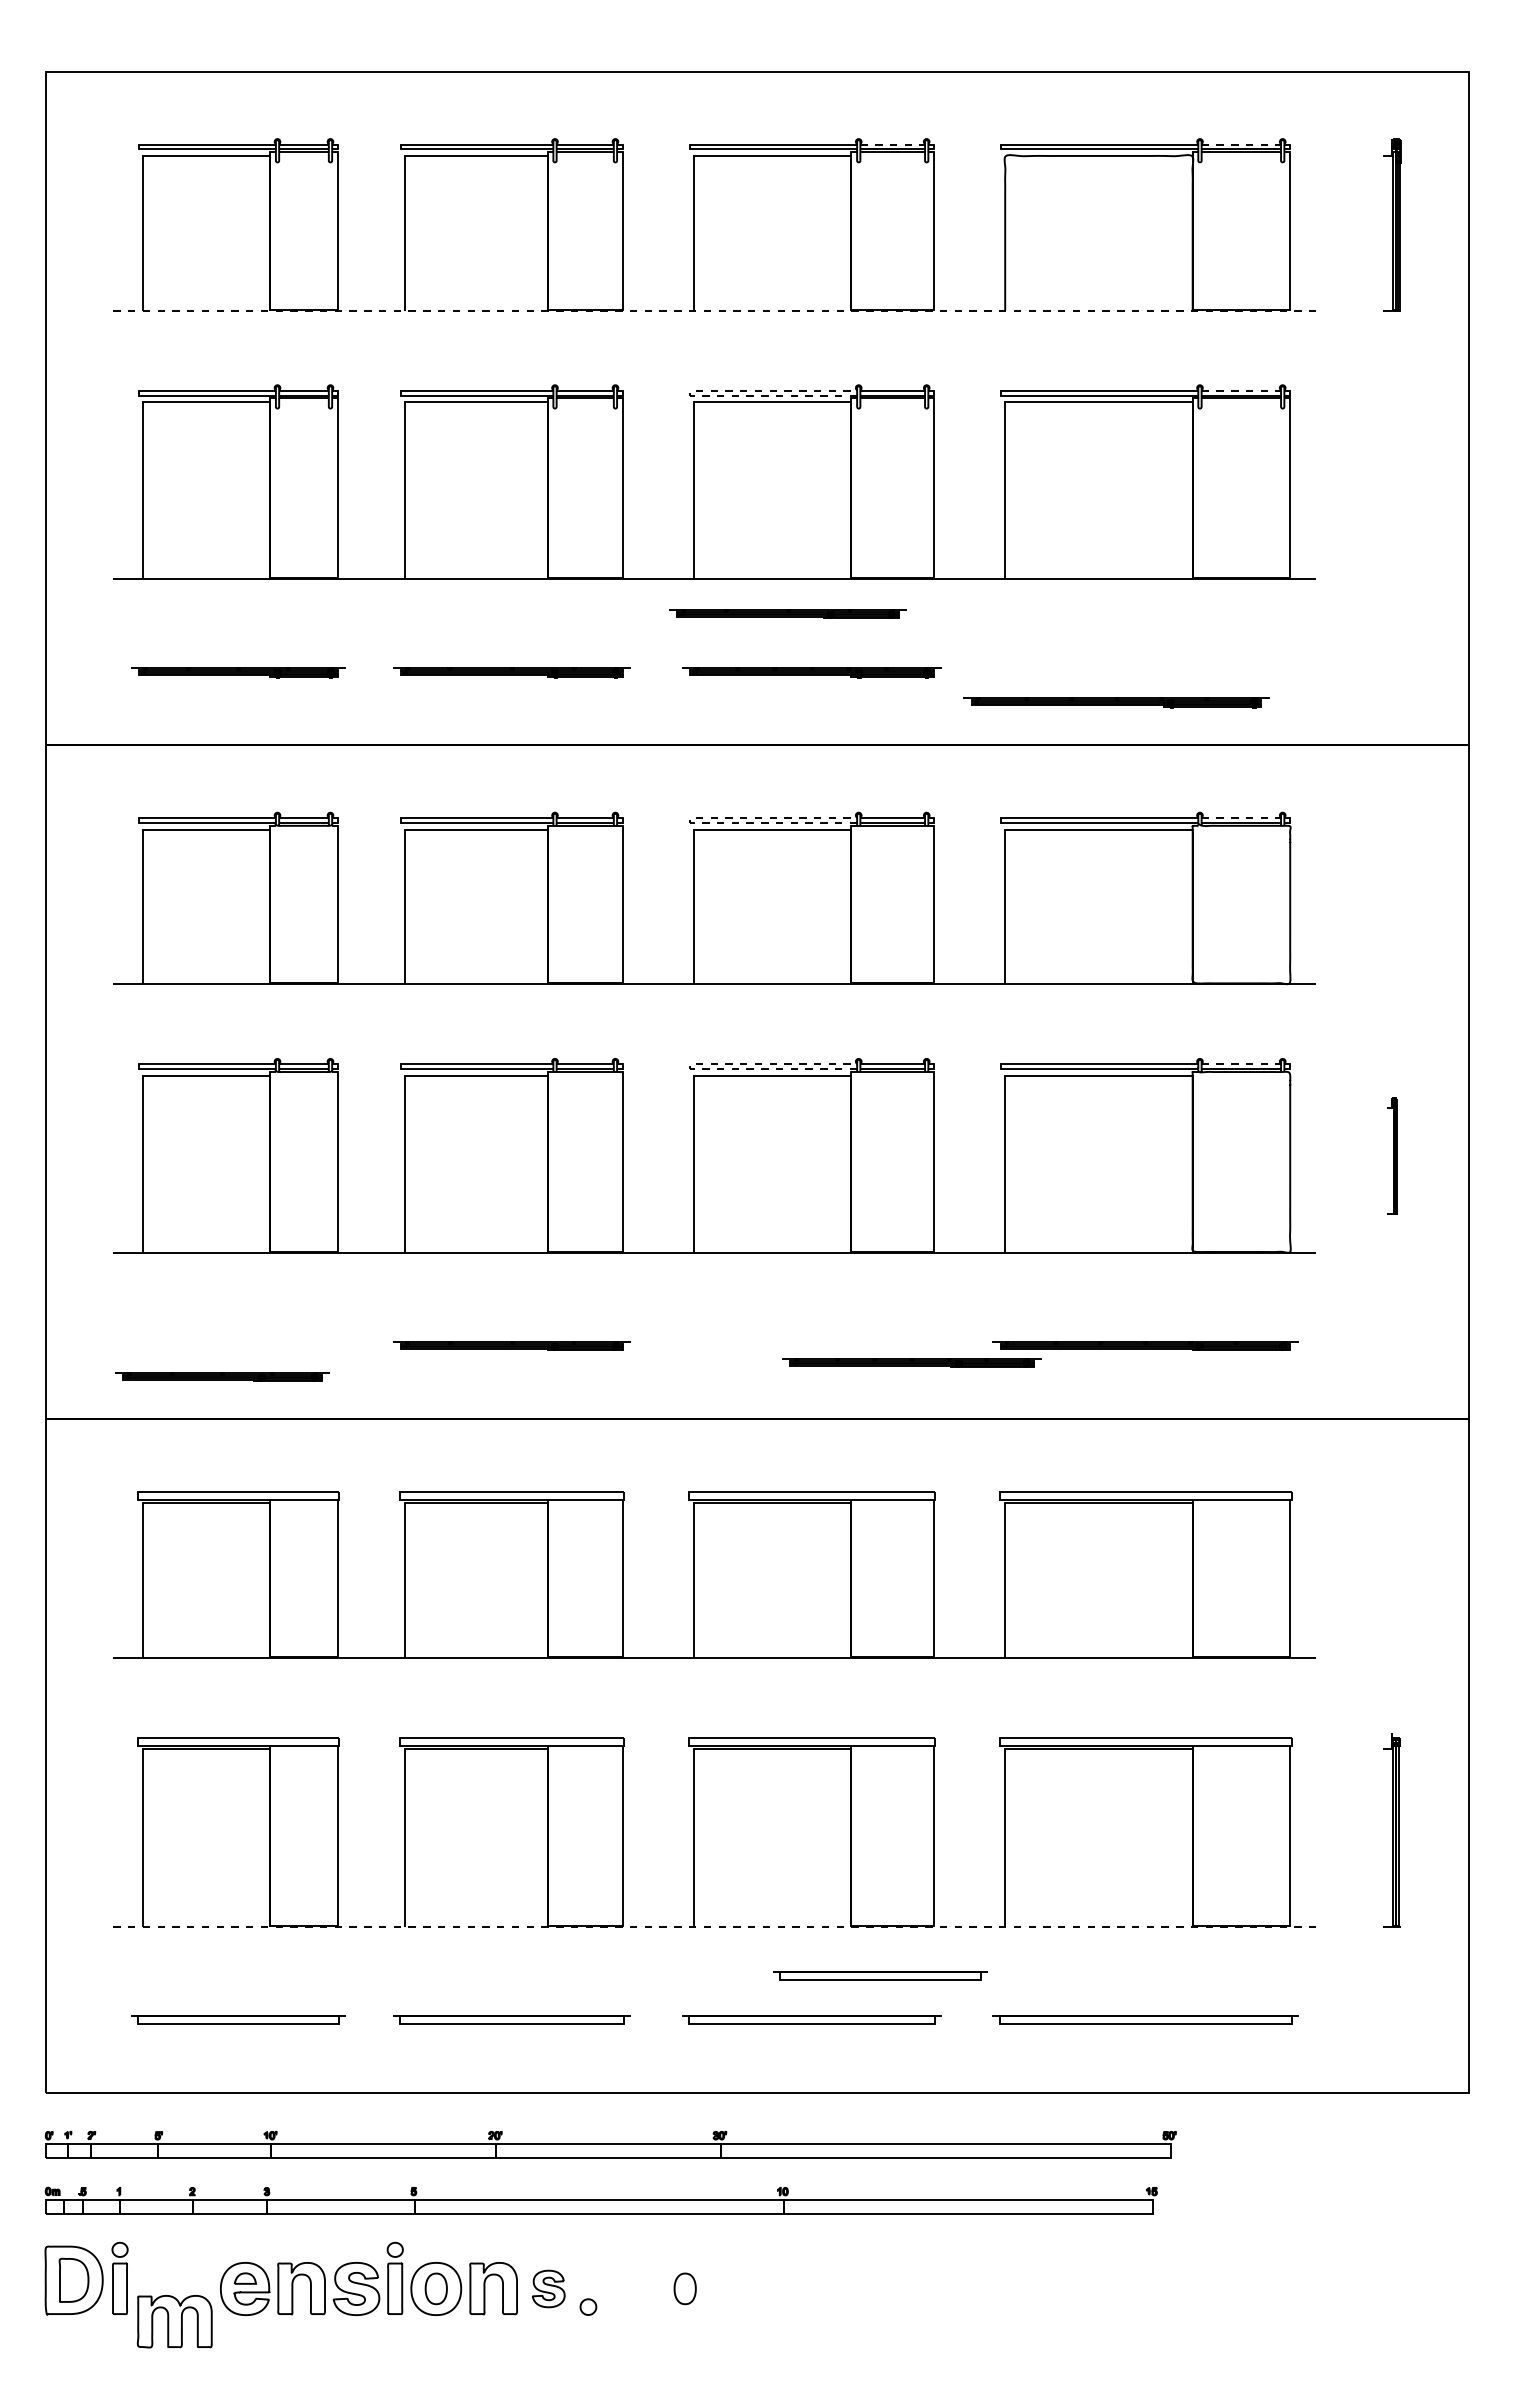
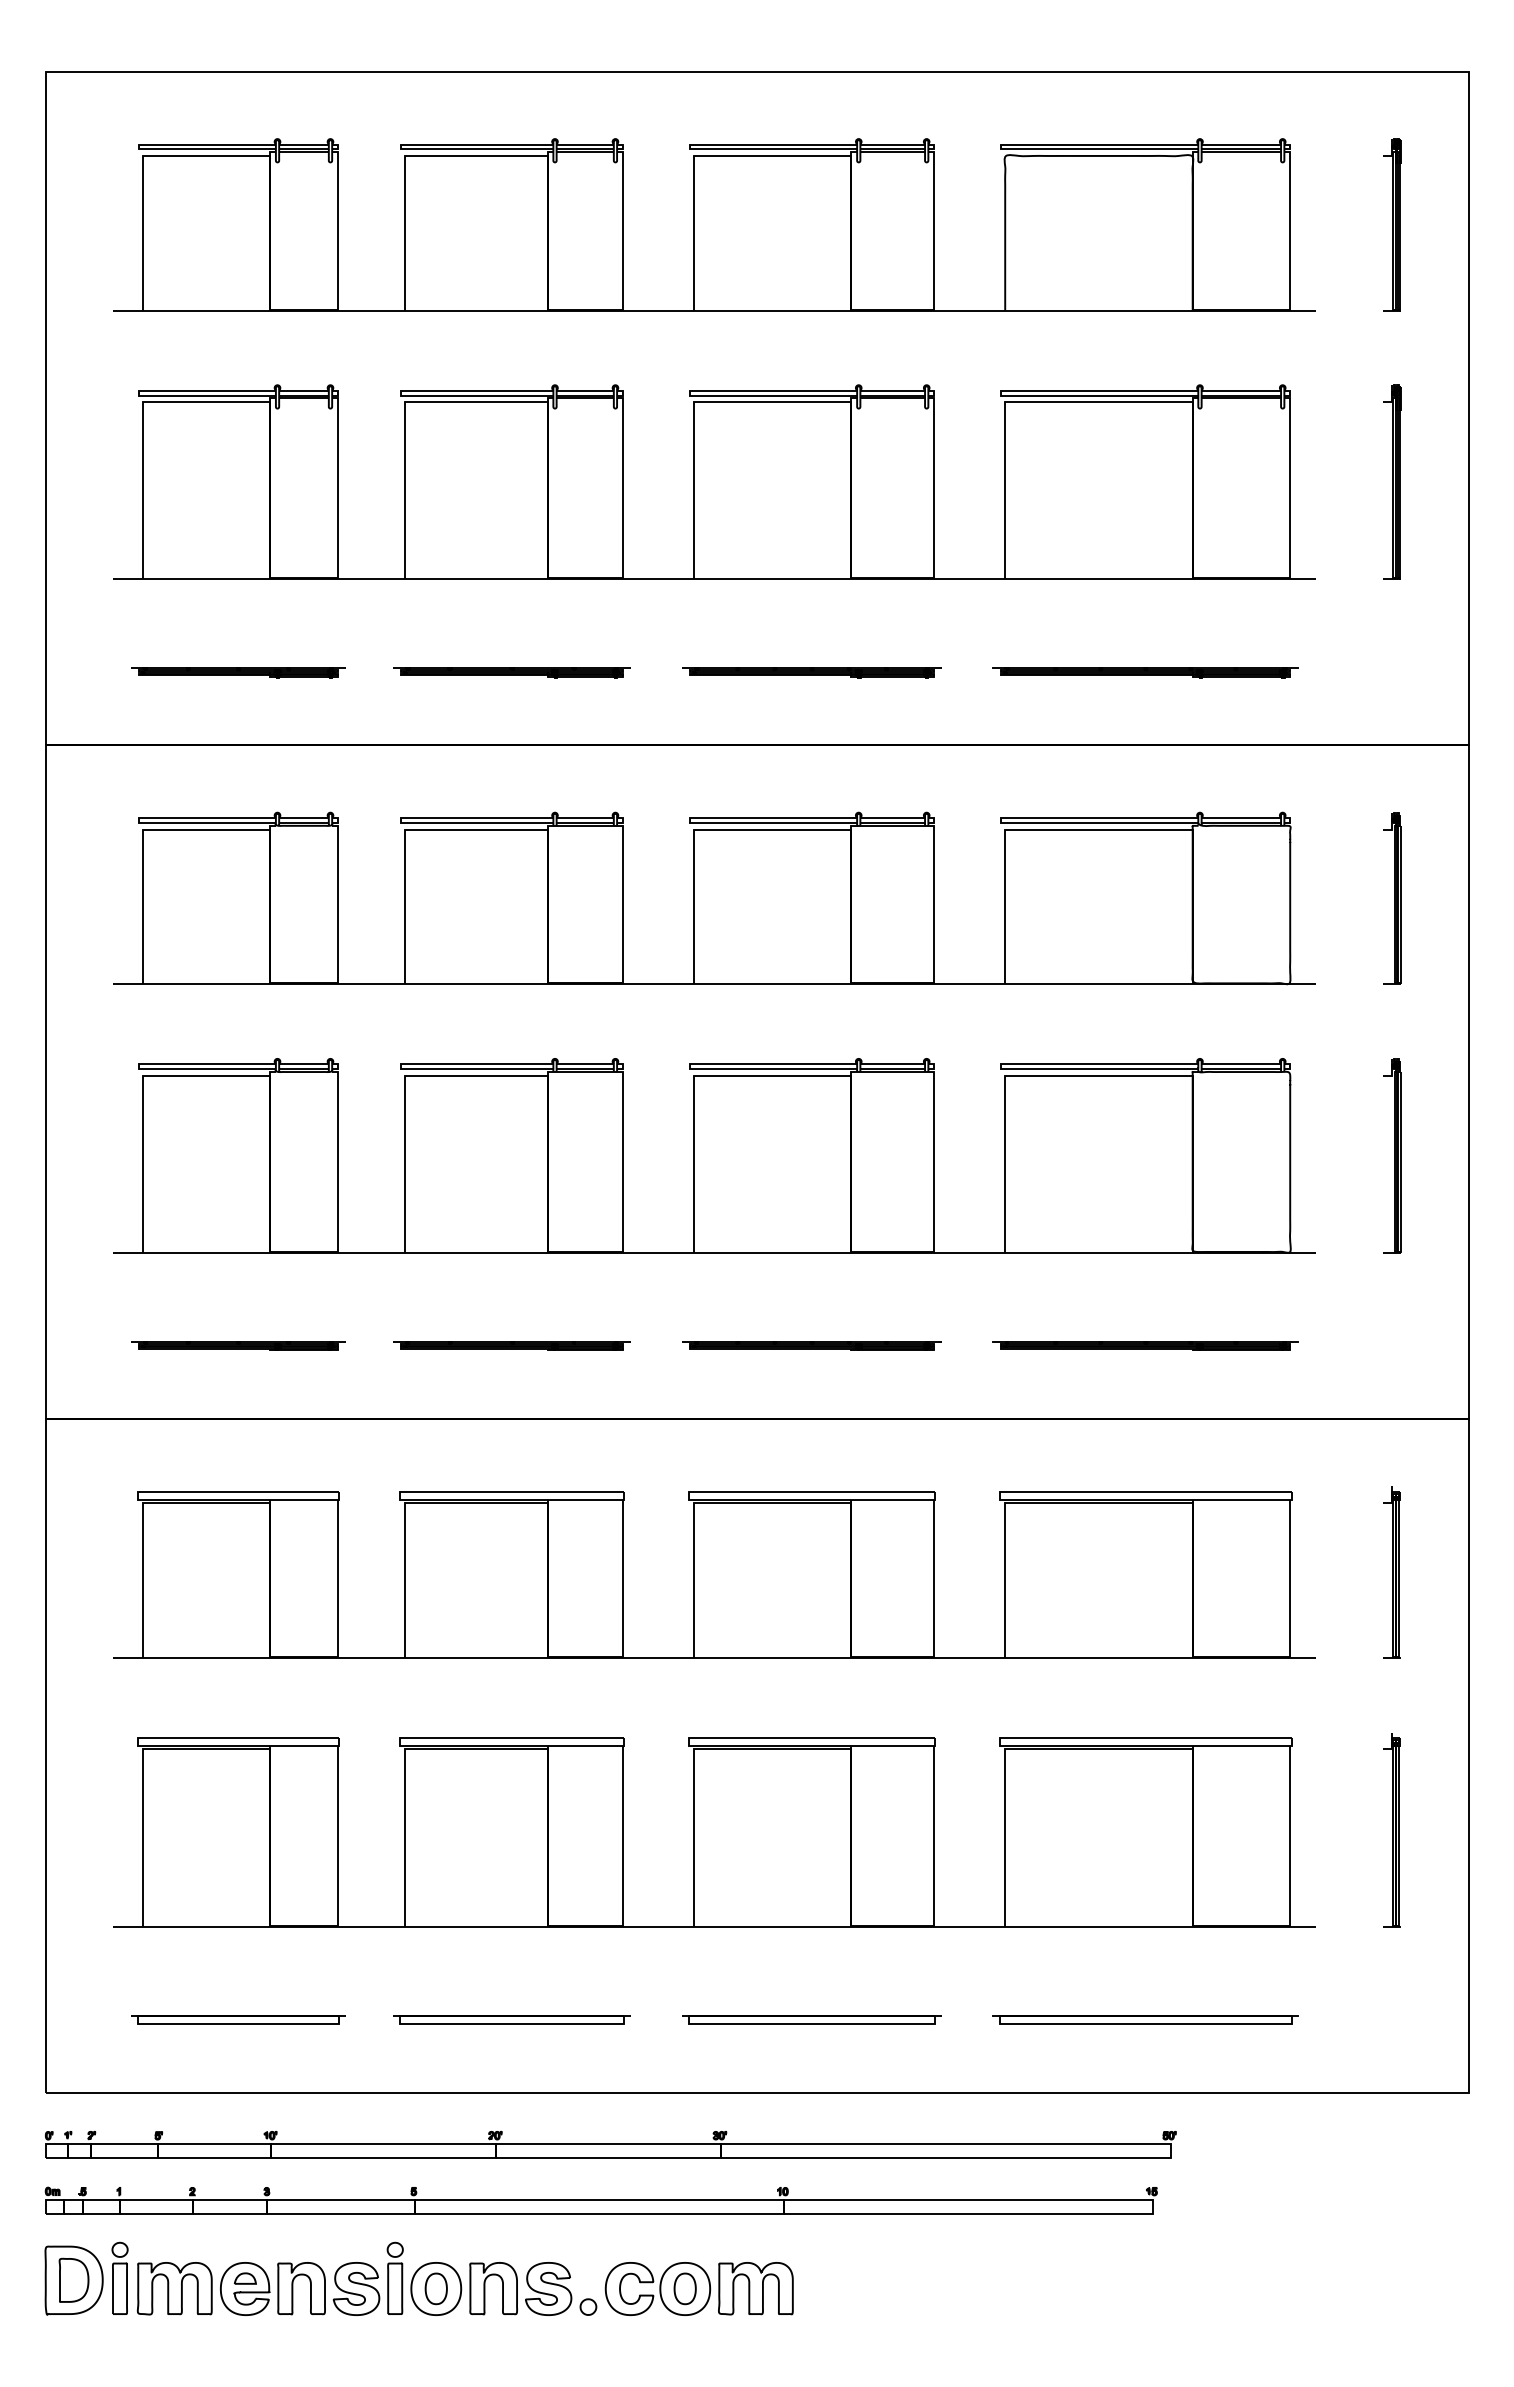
line at (893, 144): dashed -> solid
line at (1241, 144): dashed -> solid
line at (715, 310): dashed -> solid
line at (1241, 390): dashed -> solid
line at (690, 392): dashed -> solid
part at (1392, 481): none -> present
part at (787, 613): present -> none
part at (1116, 702) position: (1116, 702) -> (1145, 672)
line at (1241, 818): dashed -> solid
line at (690, 820): dashed -> solid
part at (1392, 898): none -> present
line at (1241, 1064): dashed -> solid
line at (690, 1066): dashed -> solid
part at (1392, 1155) size: 11x118 px -> 19x196 px
part at (911, 1362) position: (911, 1362) -> (811, 1345)
part at (222, 1376) position: (222, 1376) -> (238, 1345)
part at (1391, 1572): none -> present
line at (715, 1926): dashed -> solid
part at (880, 1975): present -> none
part at (548, 2288) size: 34x40 px -> 48x54 px
part at (698, 2288): none -> present
part at (174, 2321) position: (174, 2321) -> (174, 2288)
